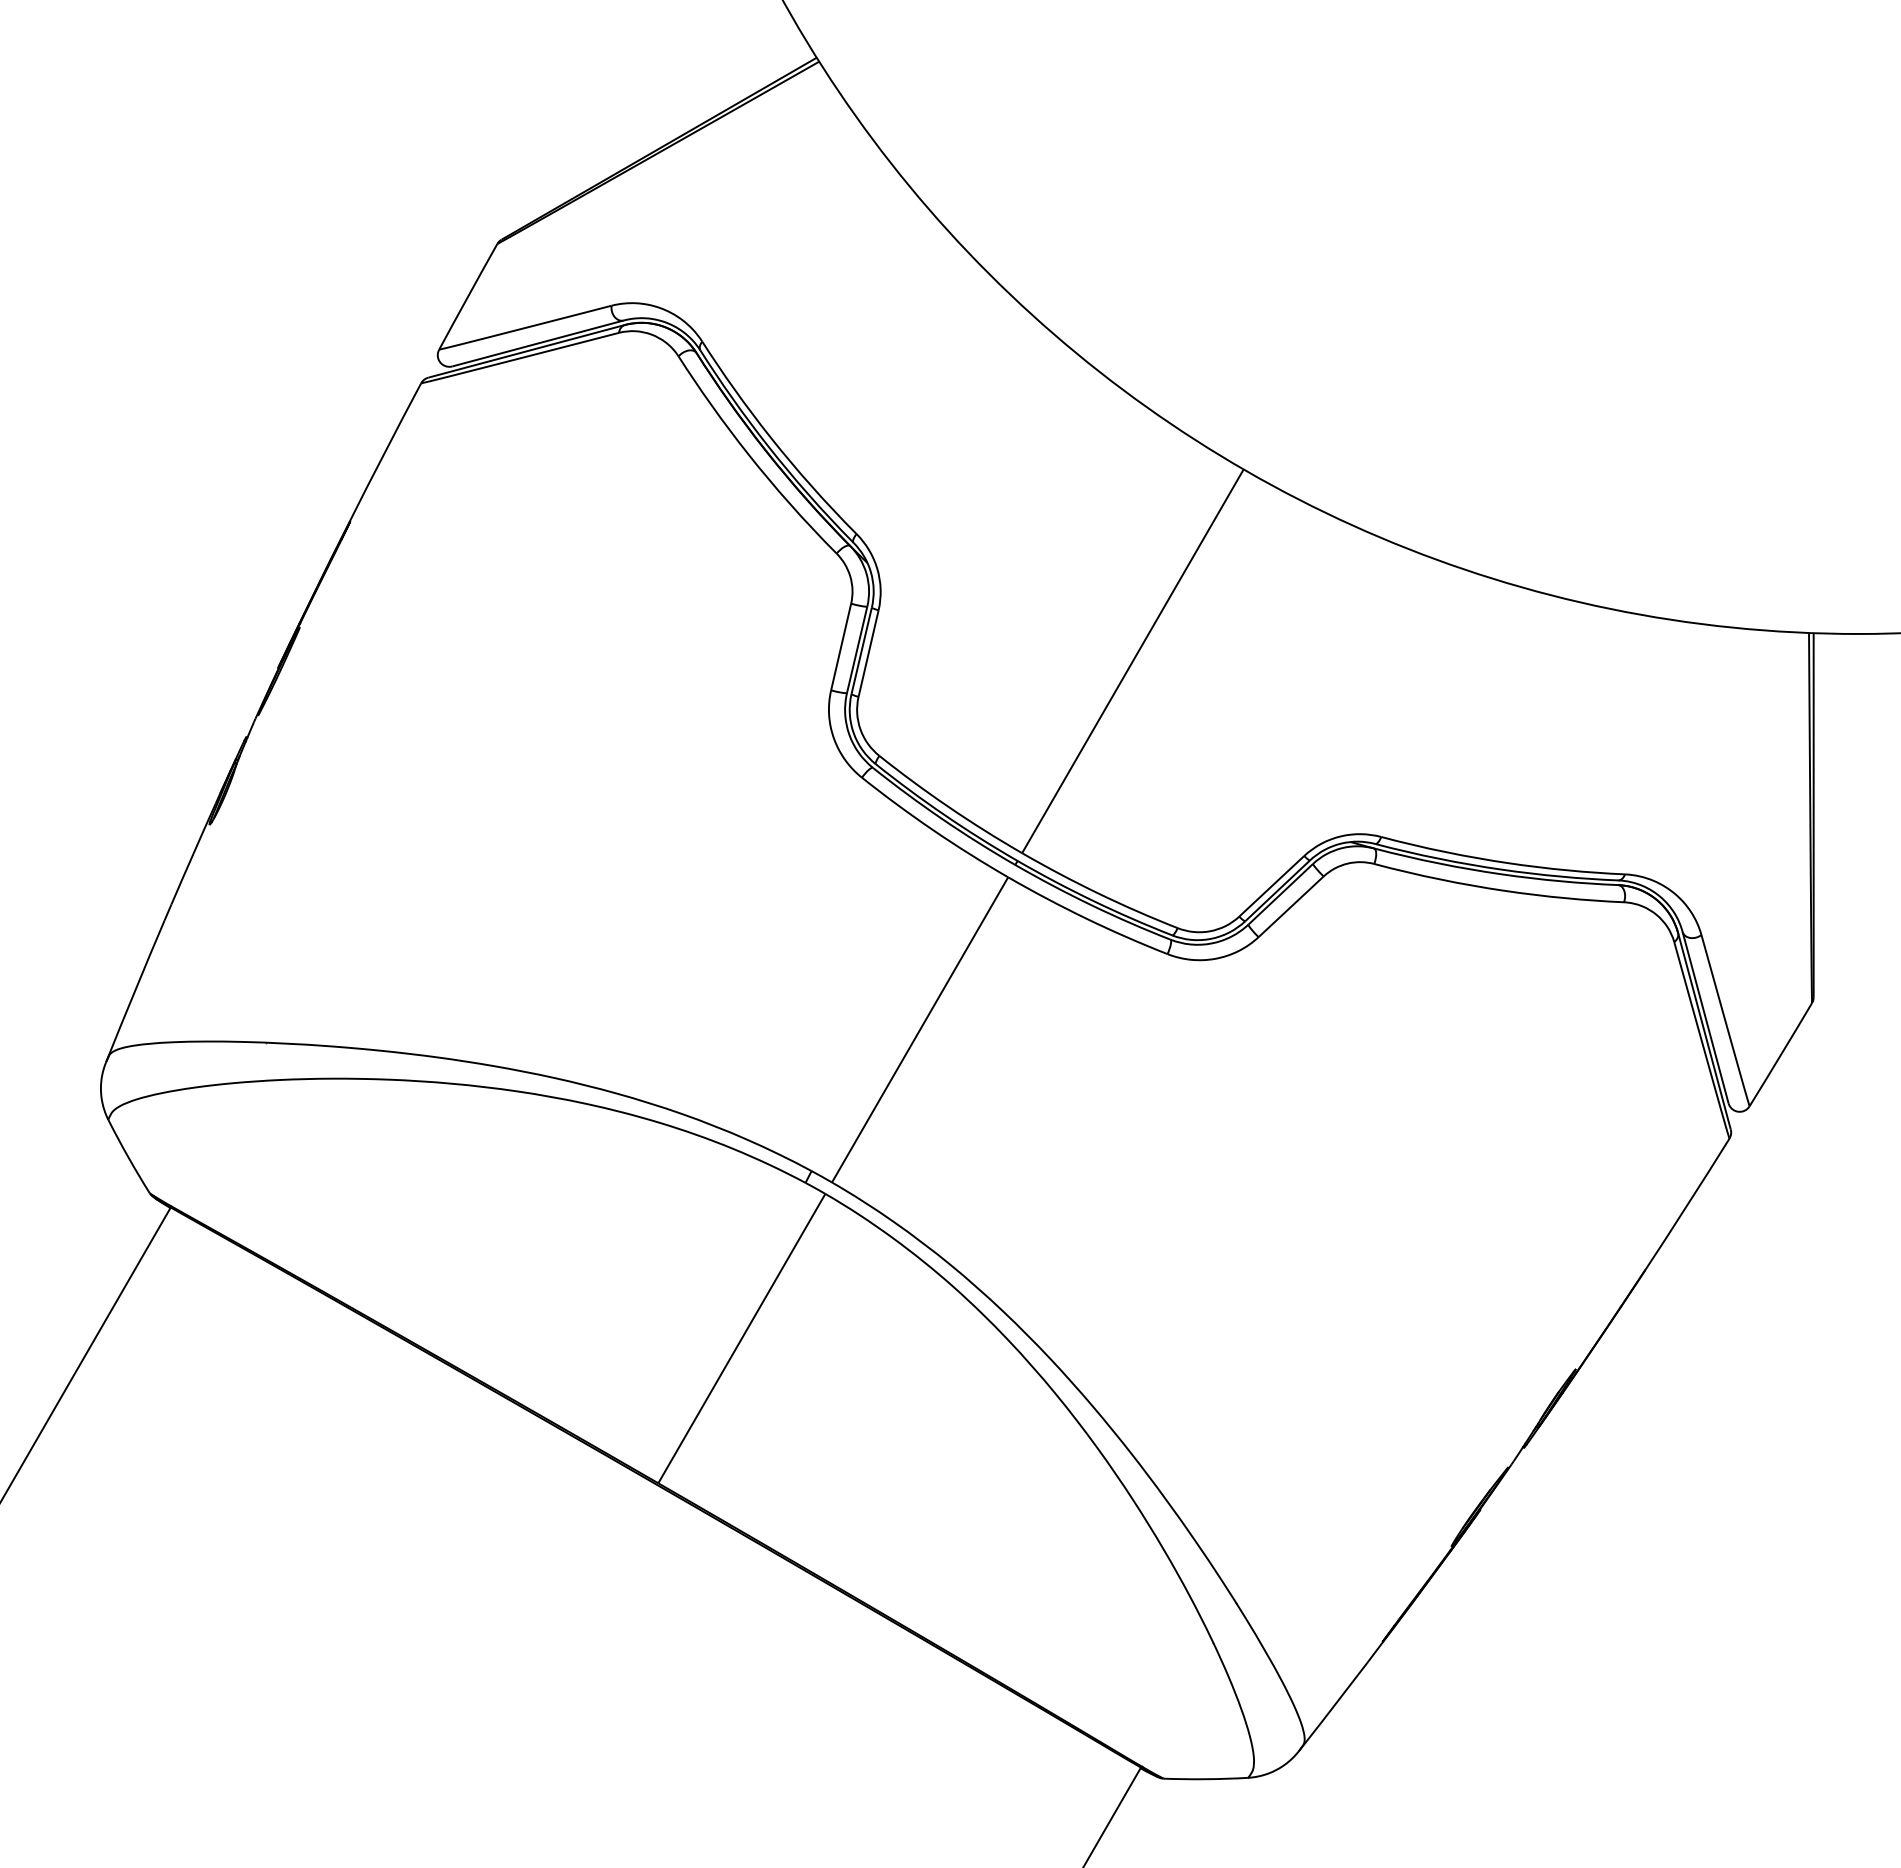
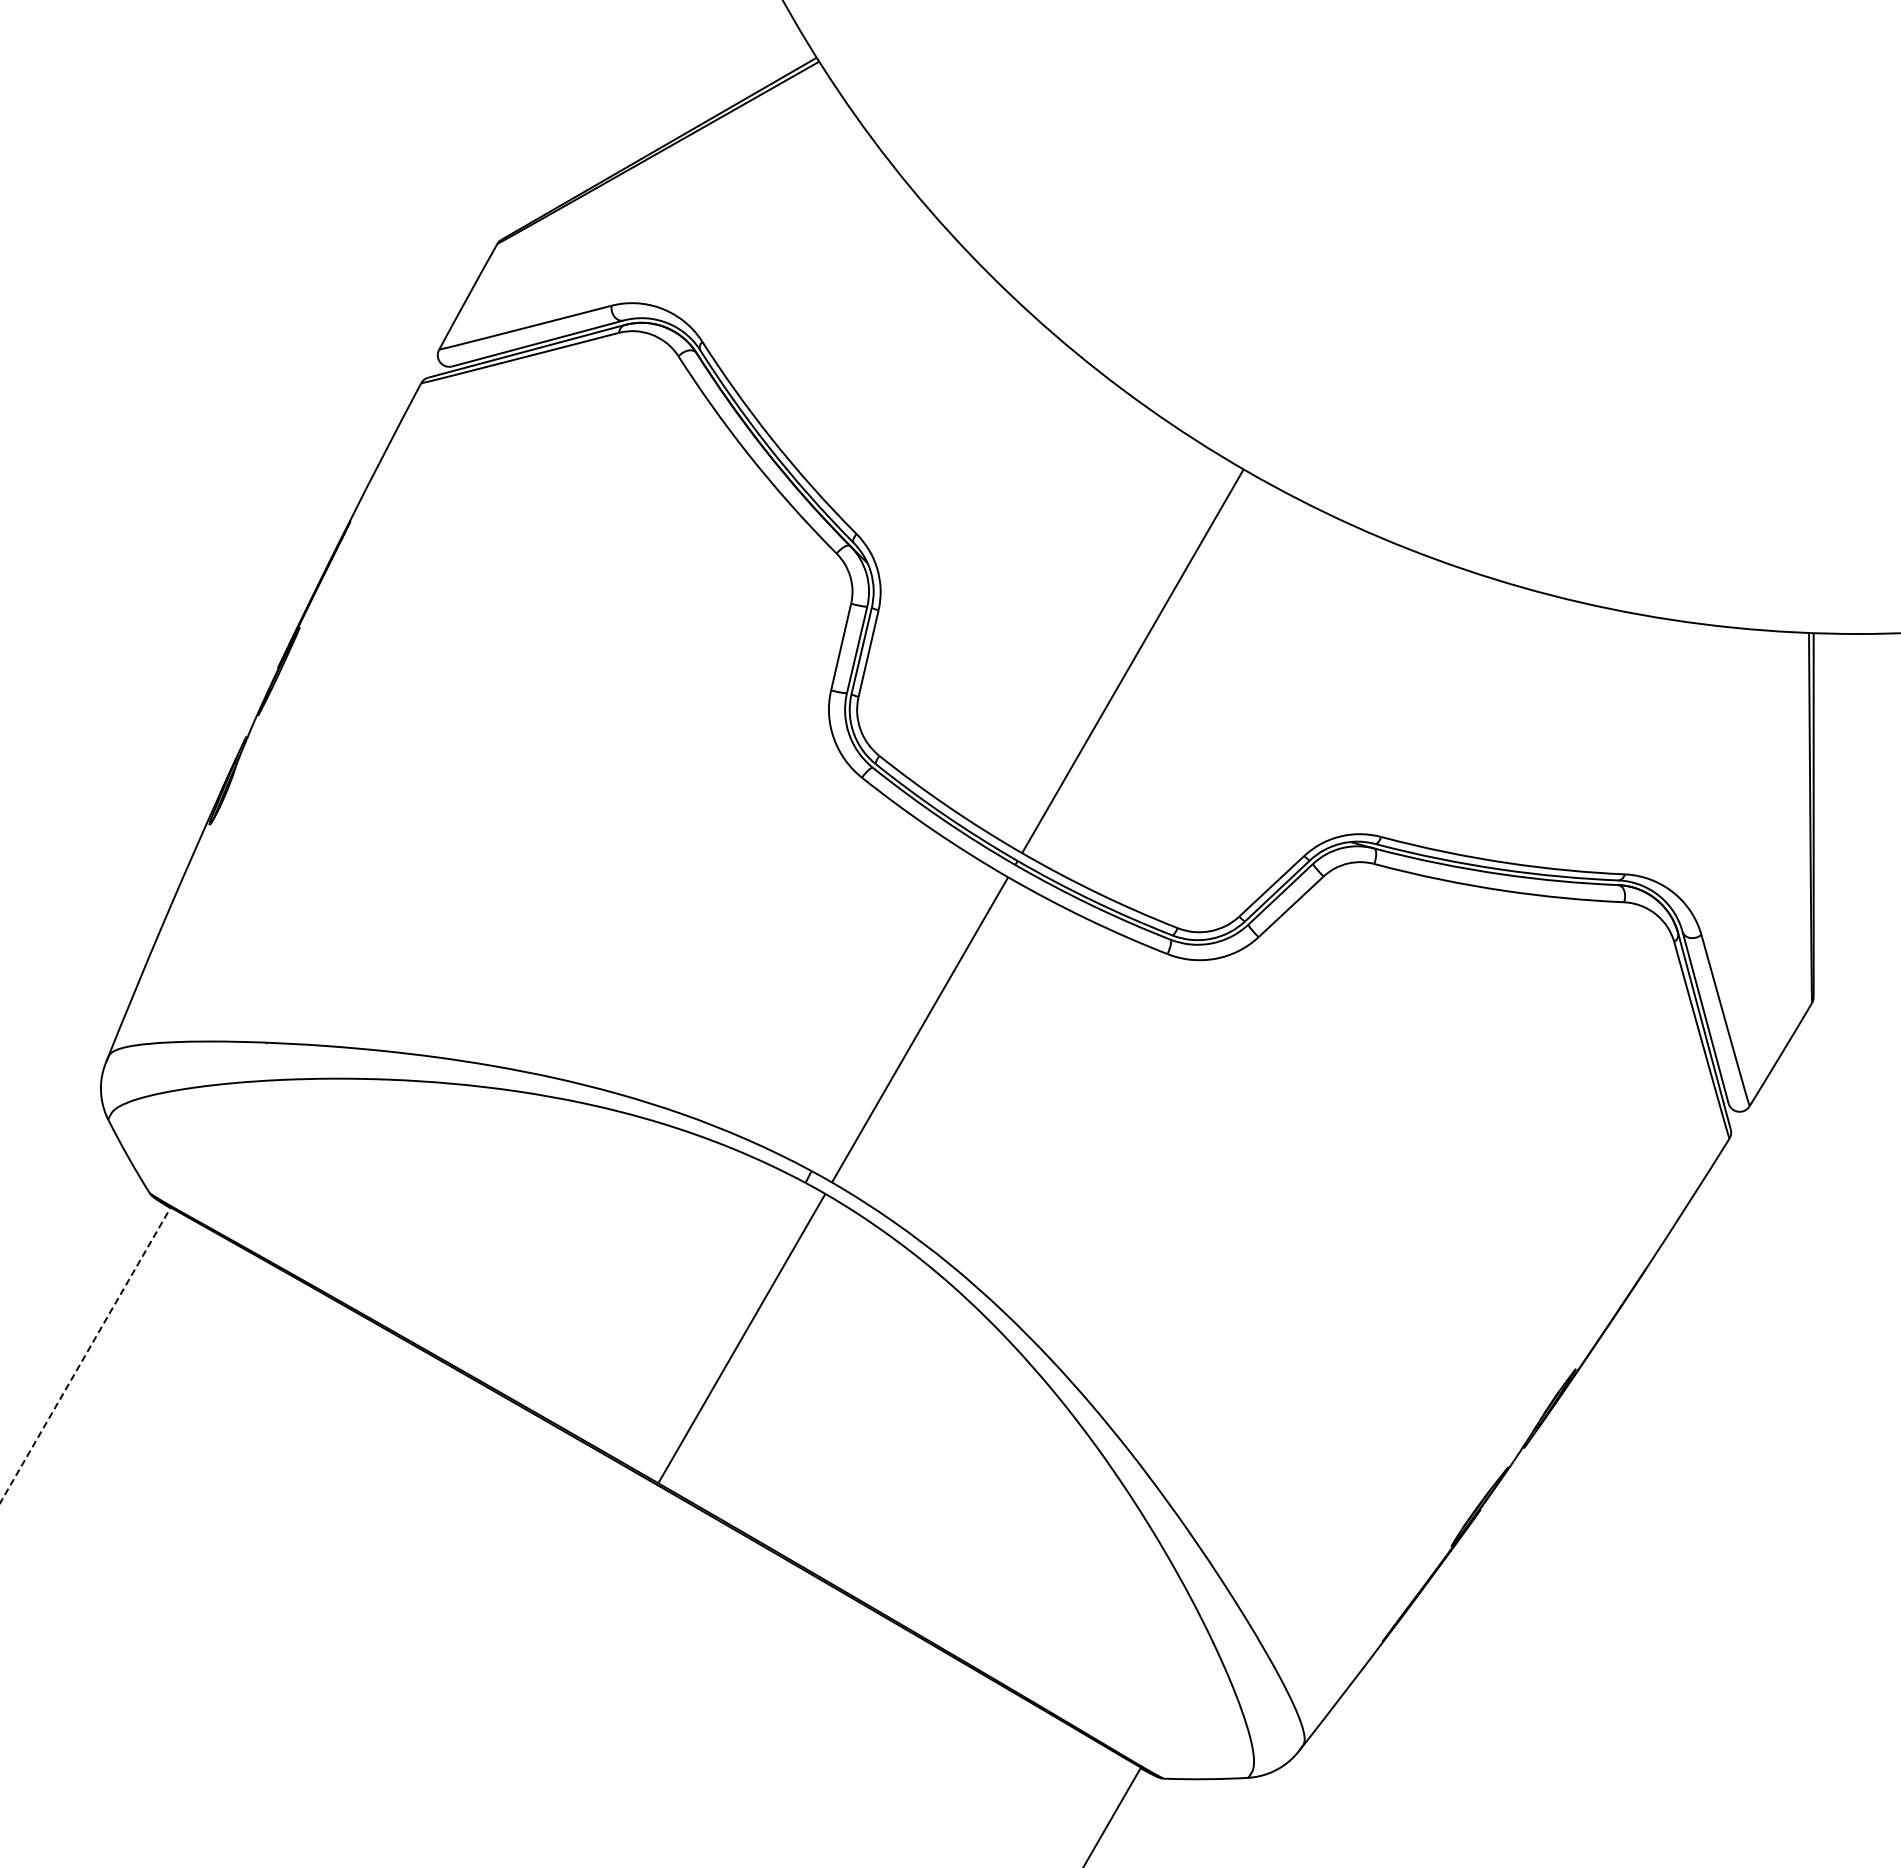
line at (85, 1354): solid -> dashed
